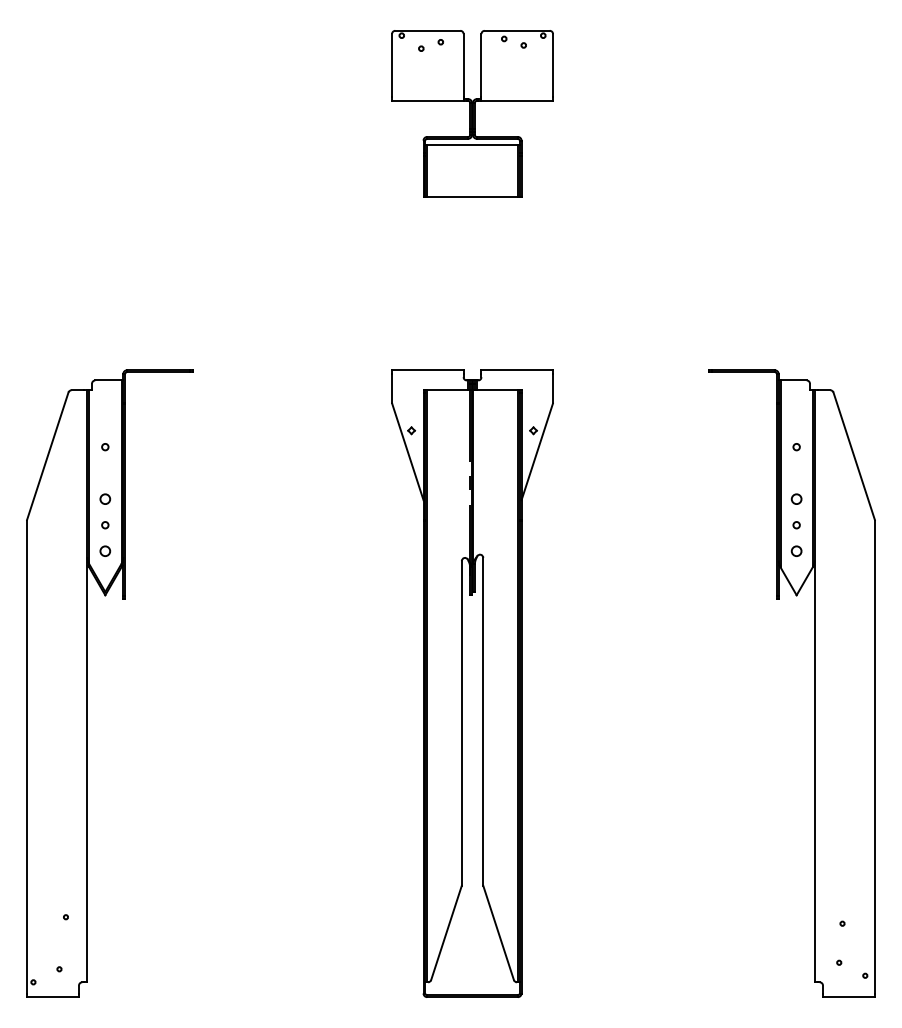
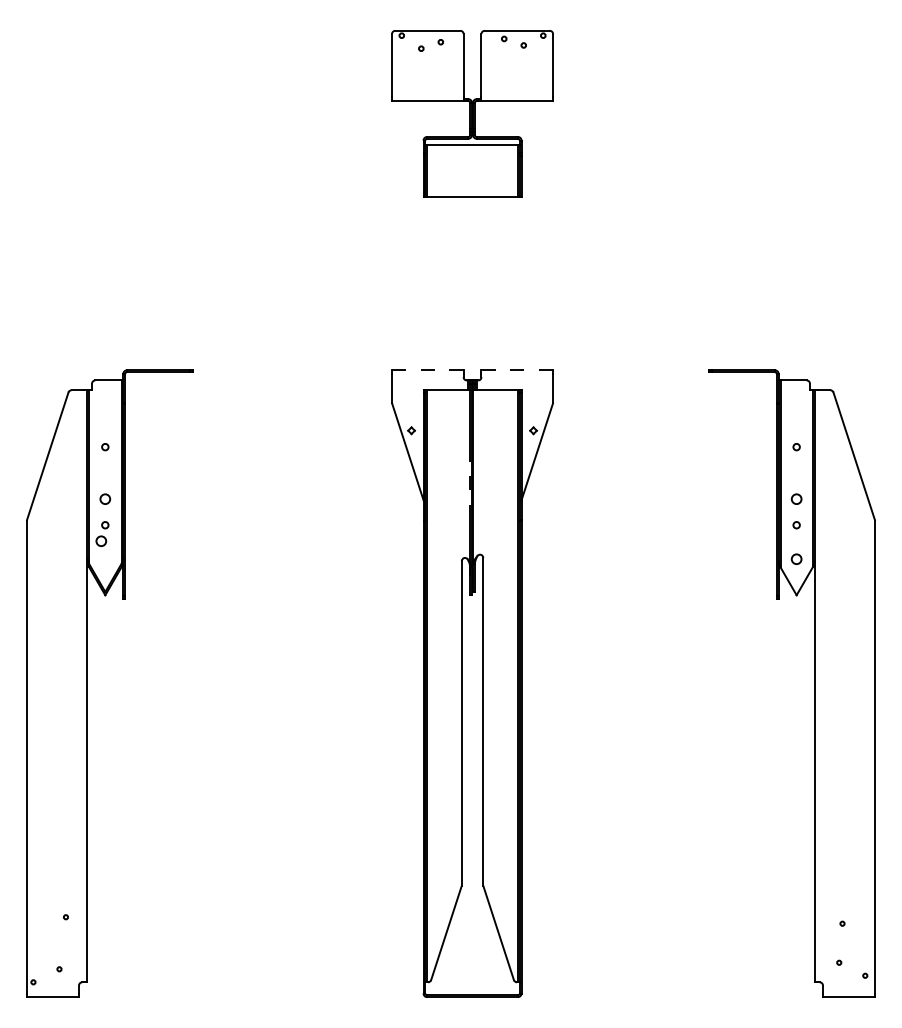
line at (427, 370): solid -> dashed
line at (517, 370): solid -> dashed
circle at (105, 550) position: (105, 550) -> (101, 540)
circle at (796, 550) position: (796, 550) -> (796, 558)
